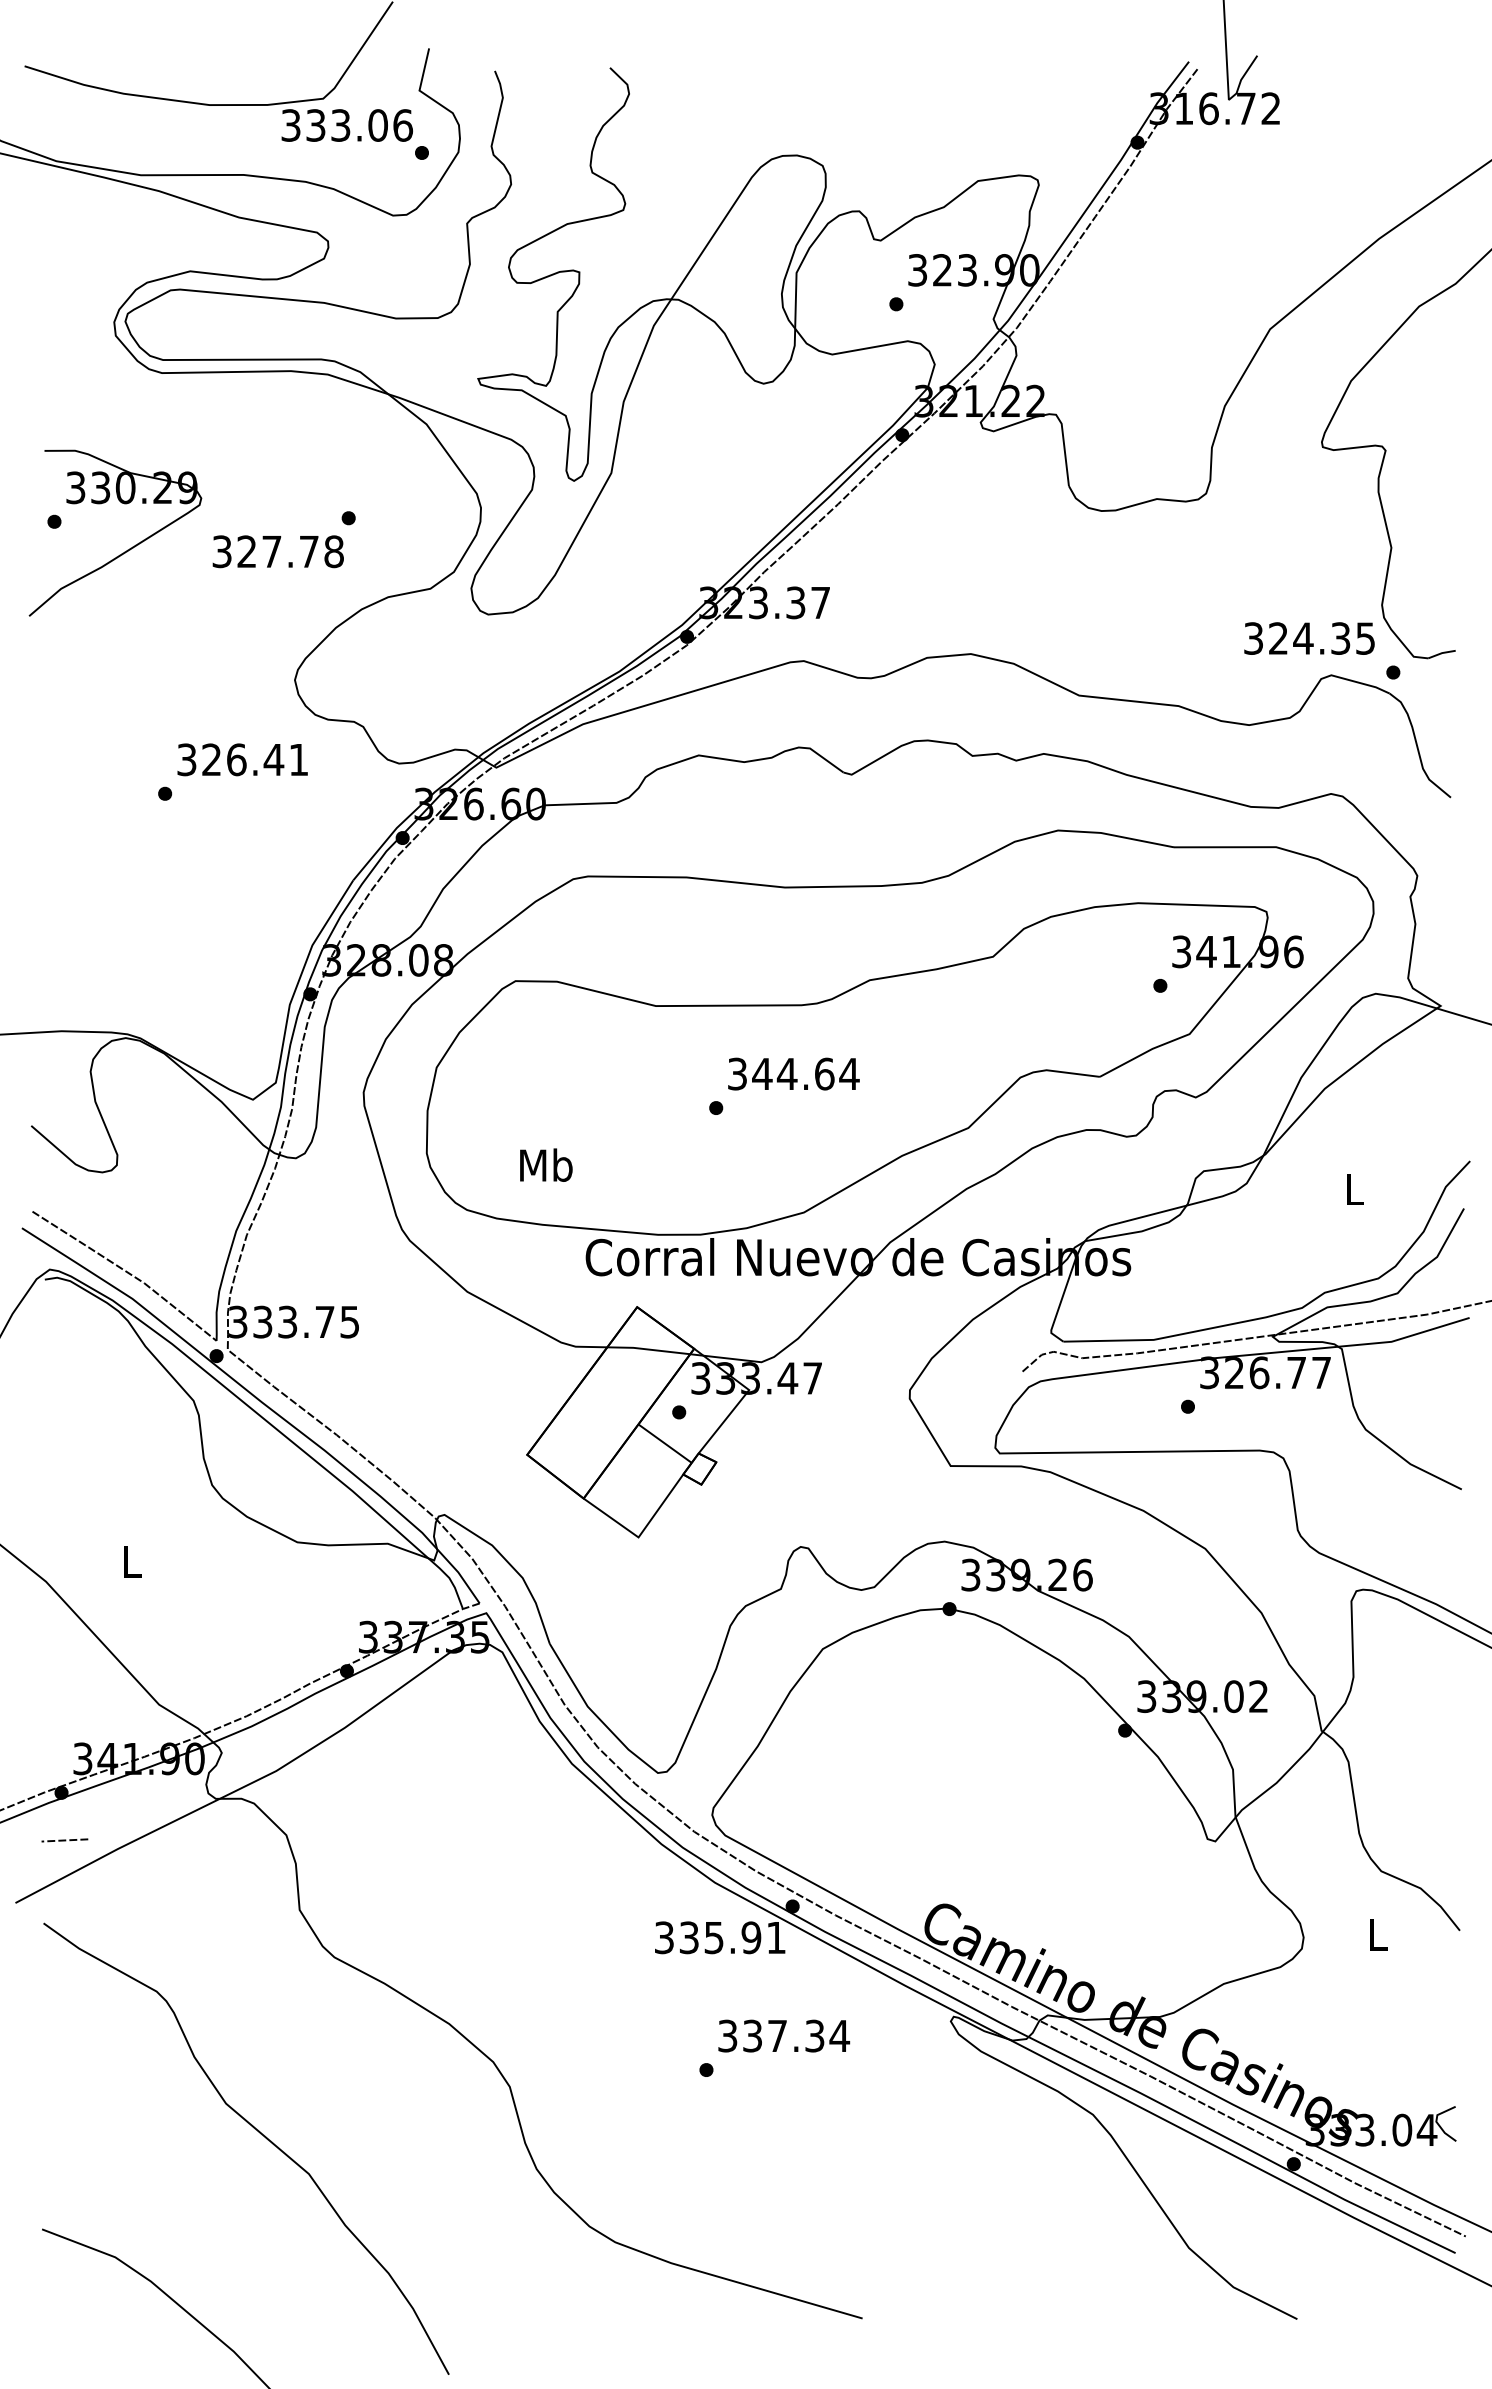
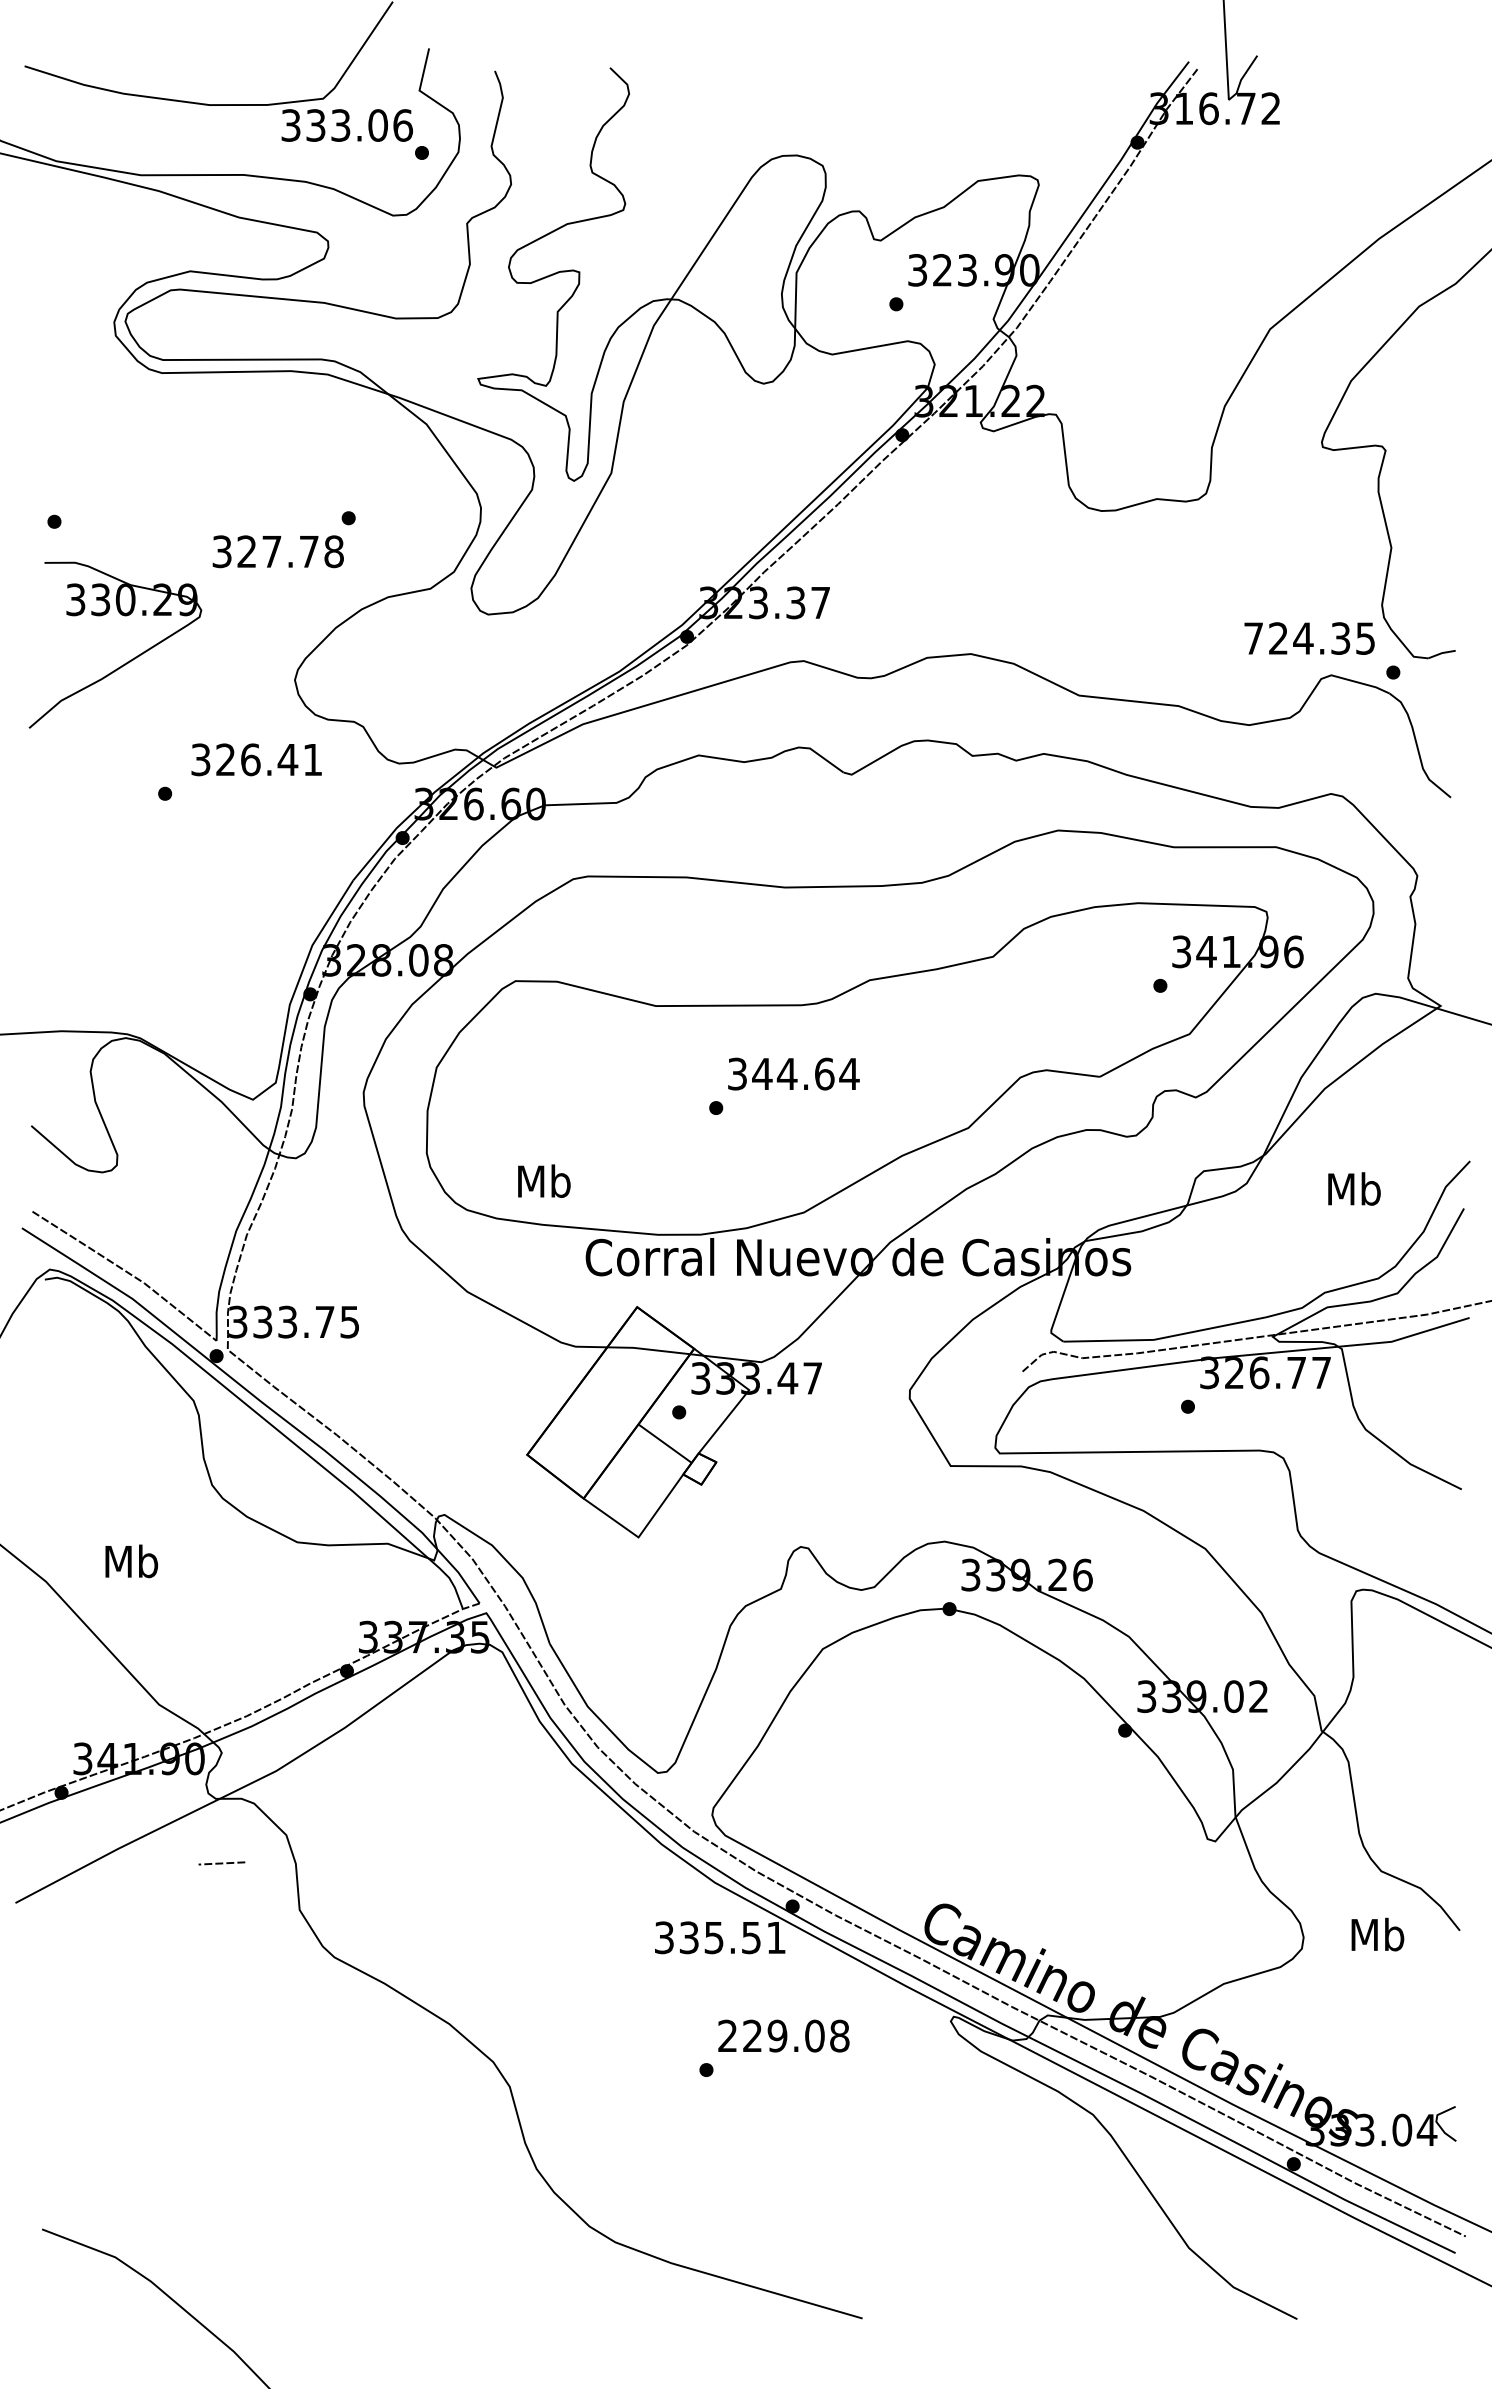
part at (127, 549) position: (127, 549) -> (127, 661)
text at (1253, 638): 324.35 -> 724.35
text at (242, 759) position: (242, 759) -> (256, 759)
text at (546, 1164) position: (546, 1164) -> (544, 1180)
text at (1354, 1188): L -> Mb
text at (131, 1561): L -> Mb
line at (64, 1840) position: (64, 1840) -> (221, 1863)
text at (1377, 1934): L -> Mb
text at (751, 1937): 335.91 -> 335.51
text at (784, 2035): 337.34 -> 229.08
curve at (260, 2134): present -> none
